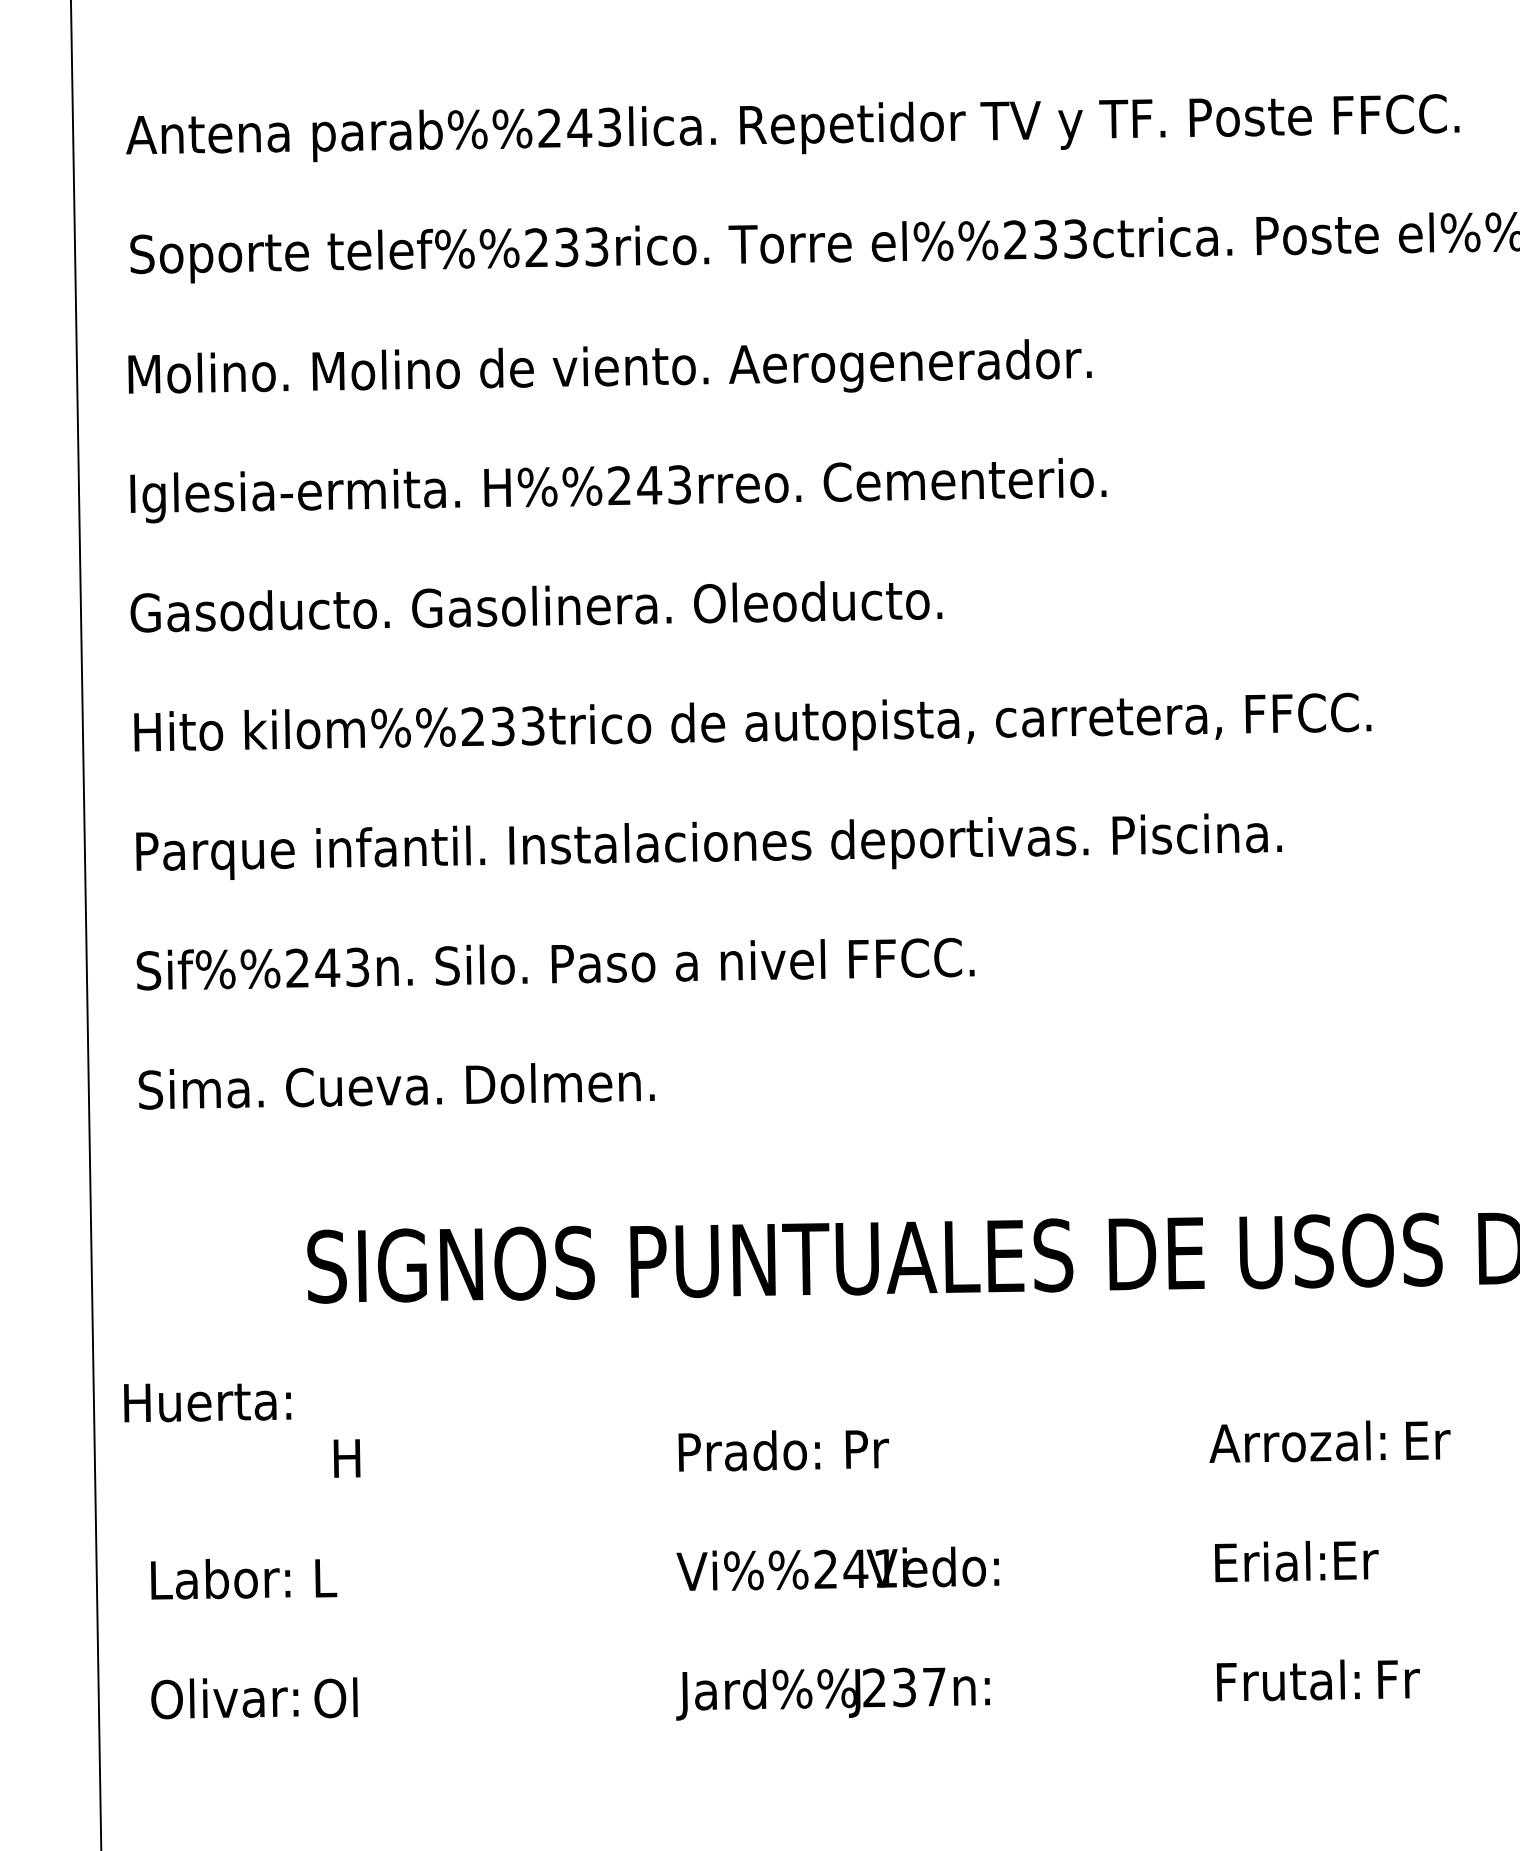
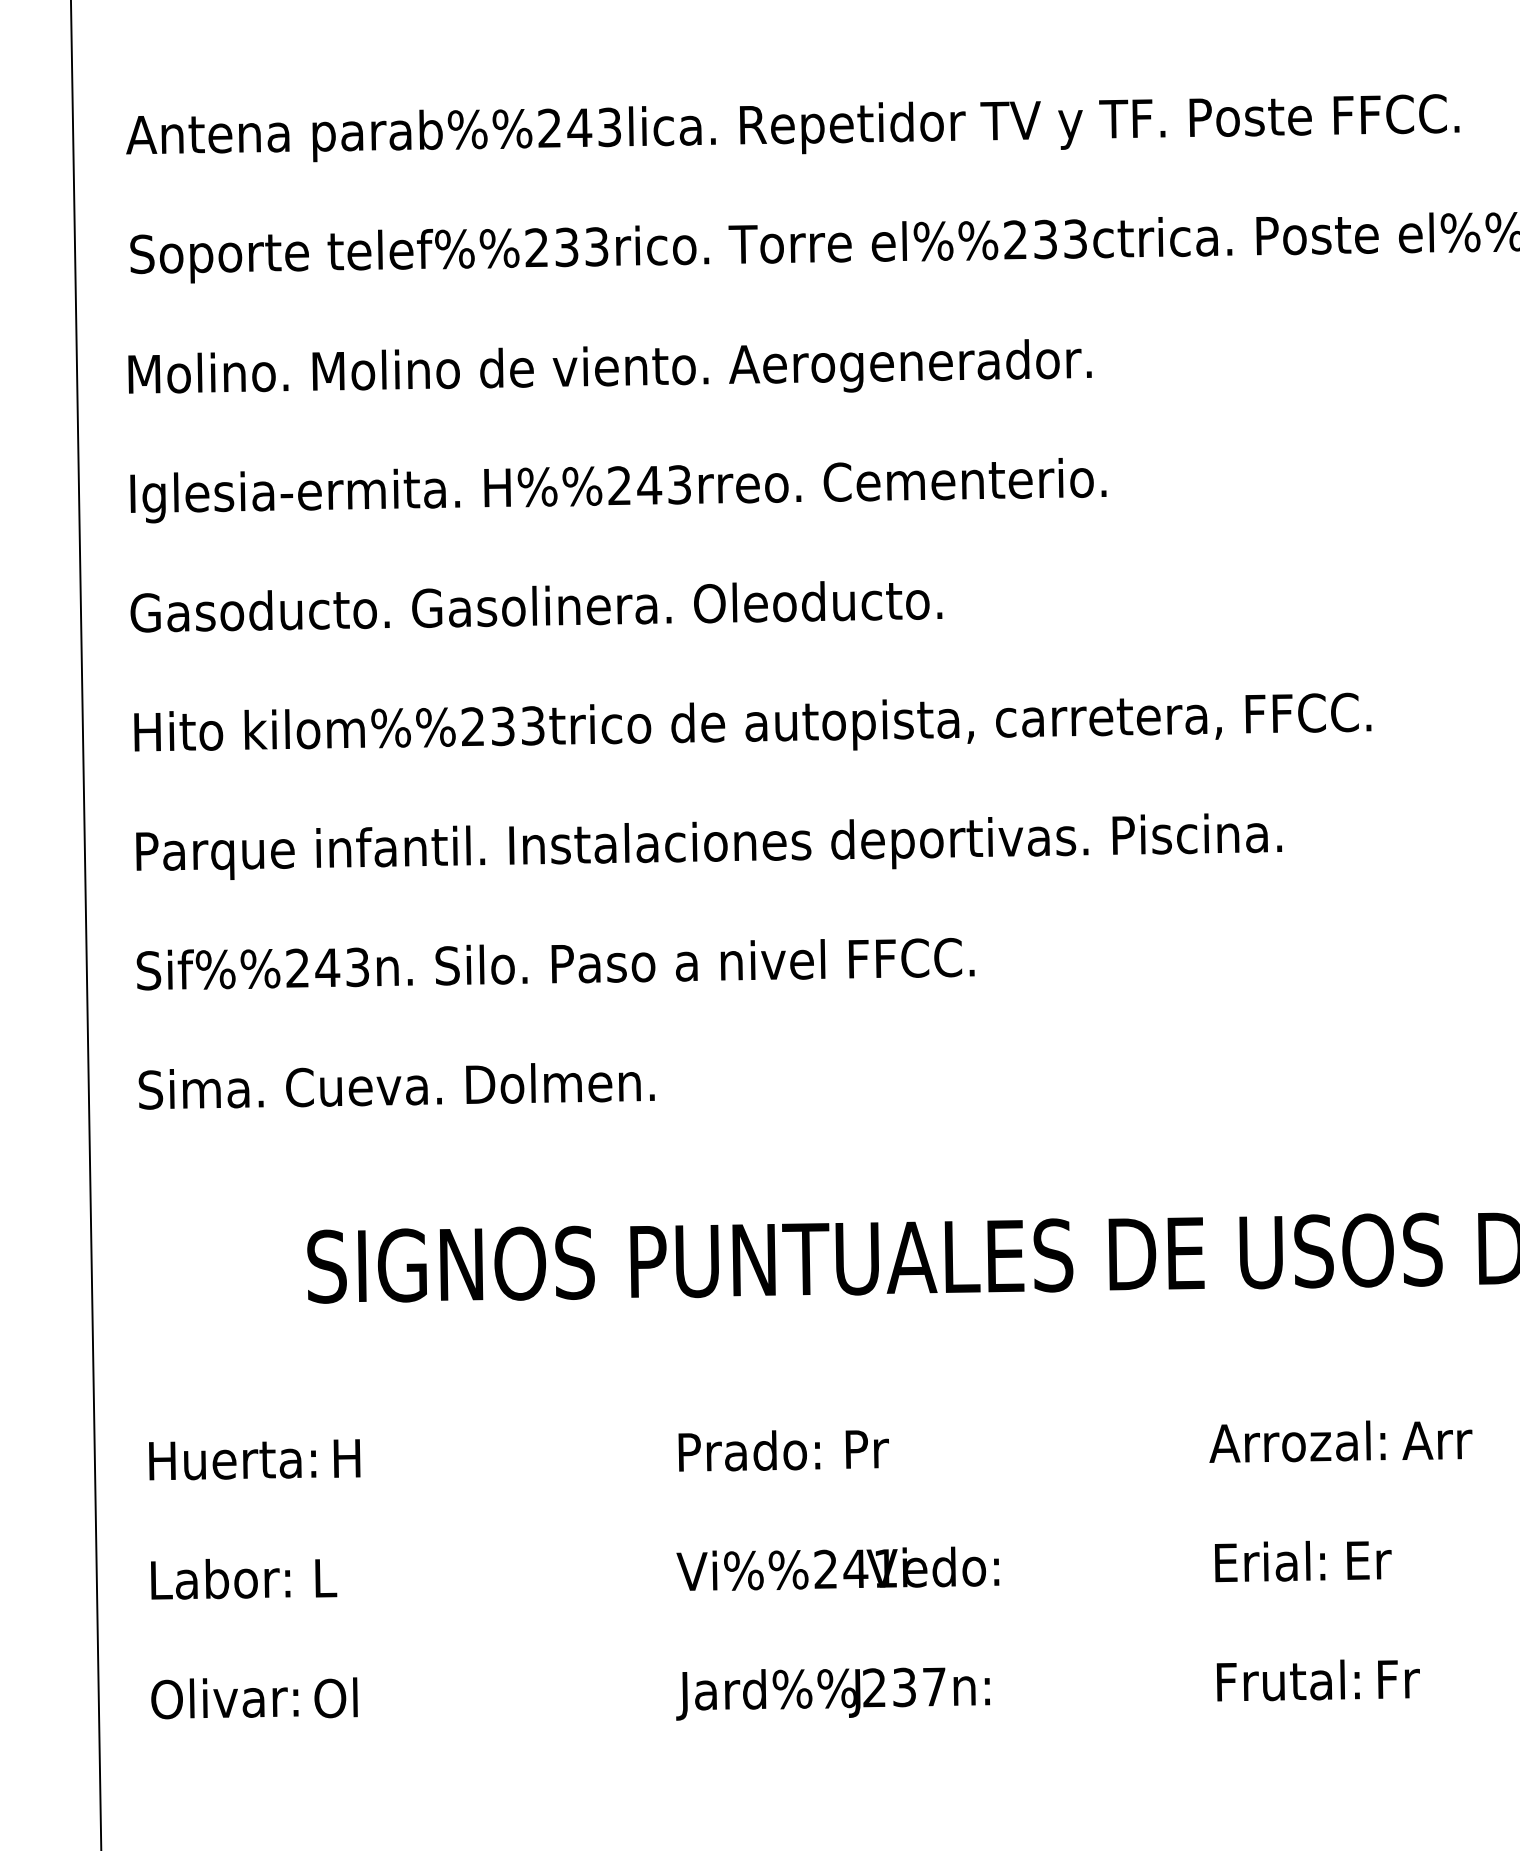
text at (207, 1402) position: (207, 1402) -> (232, 1460)
text at (1437, 1440): Er -> Arr
text at (1356, 1560) position: (1356, 1560) -> (1369, 1560)
